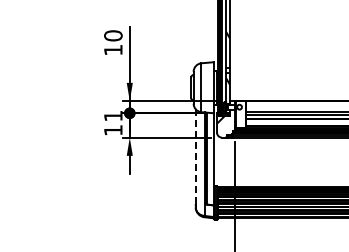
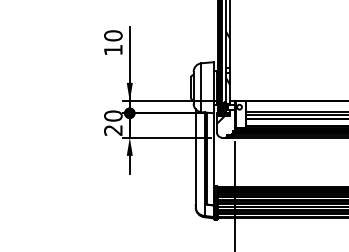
text at (113, 122): 11 -> 20
line at (195, 157): dashed -> solid
